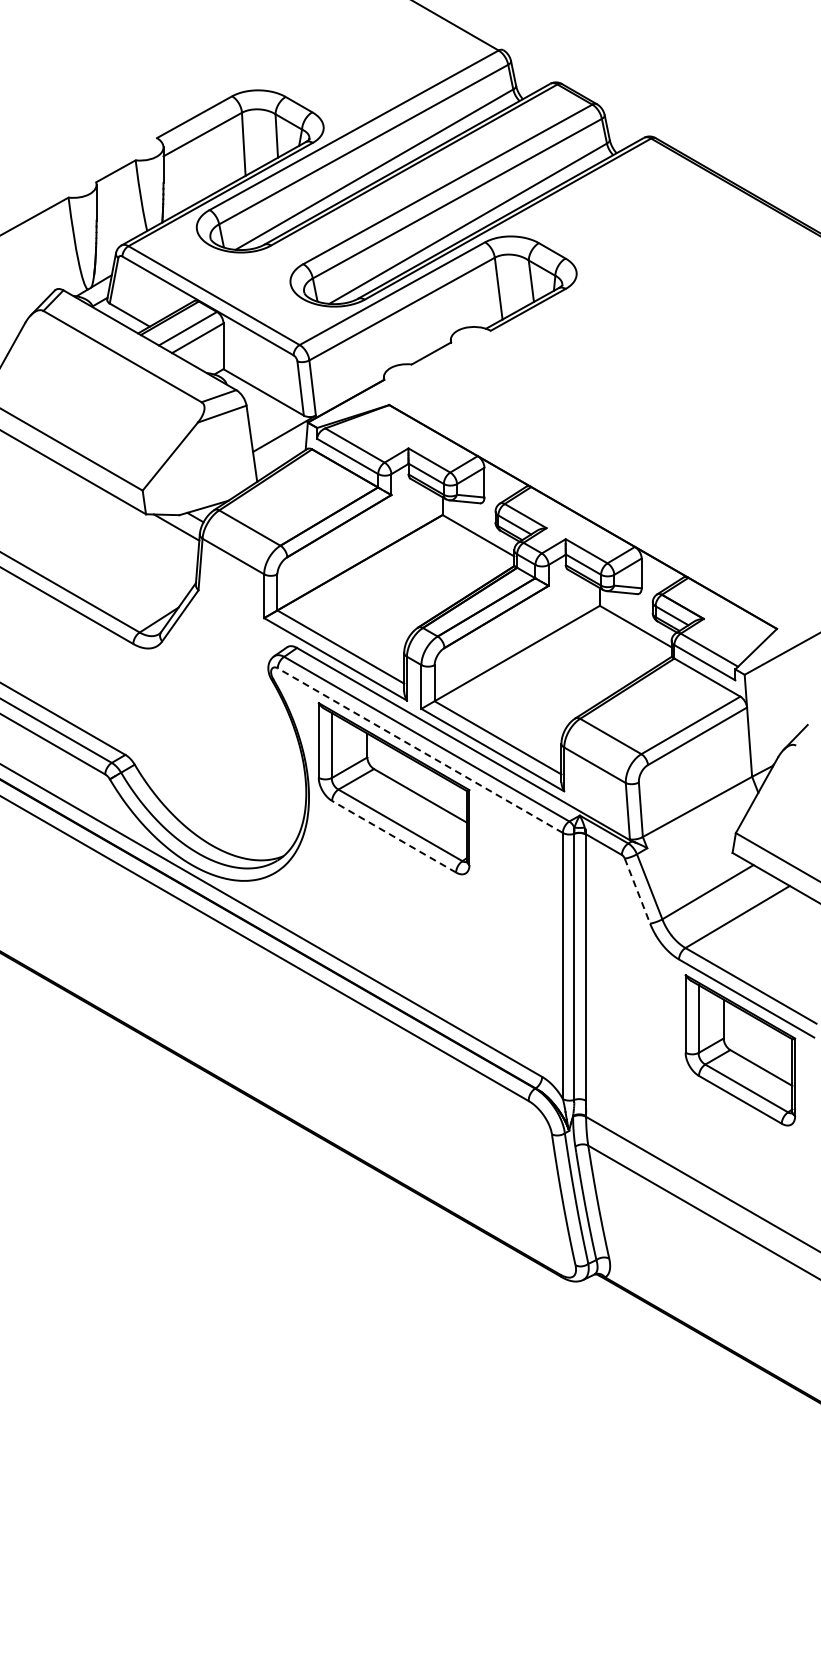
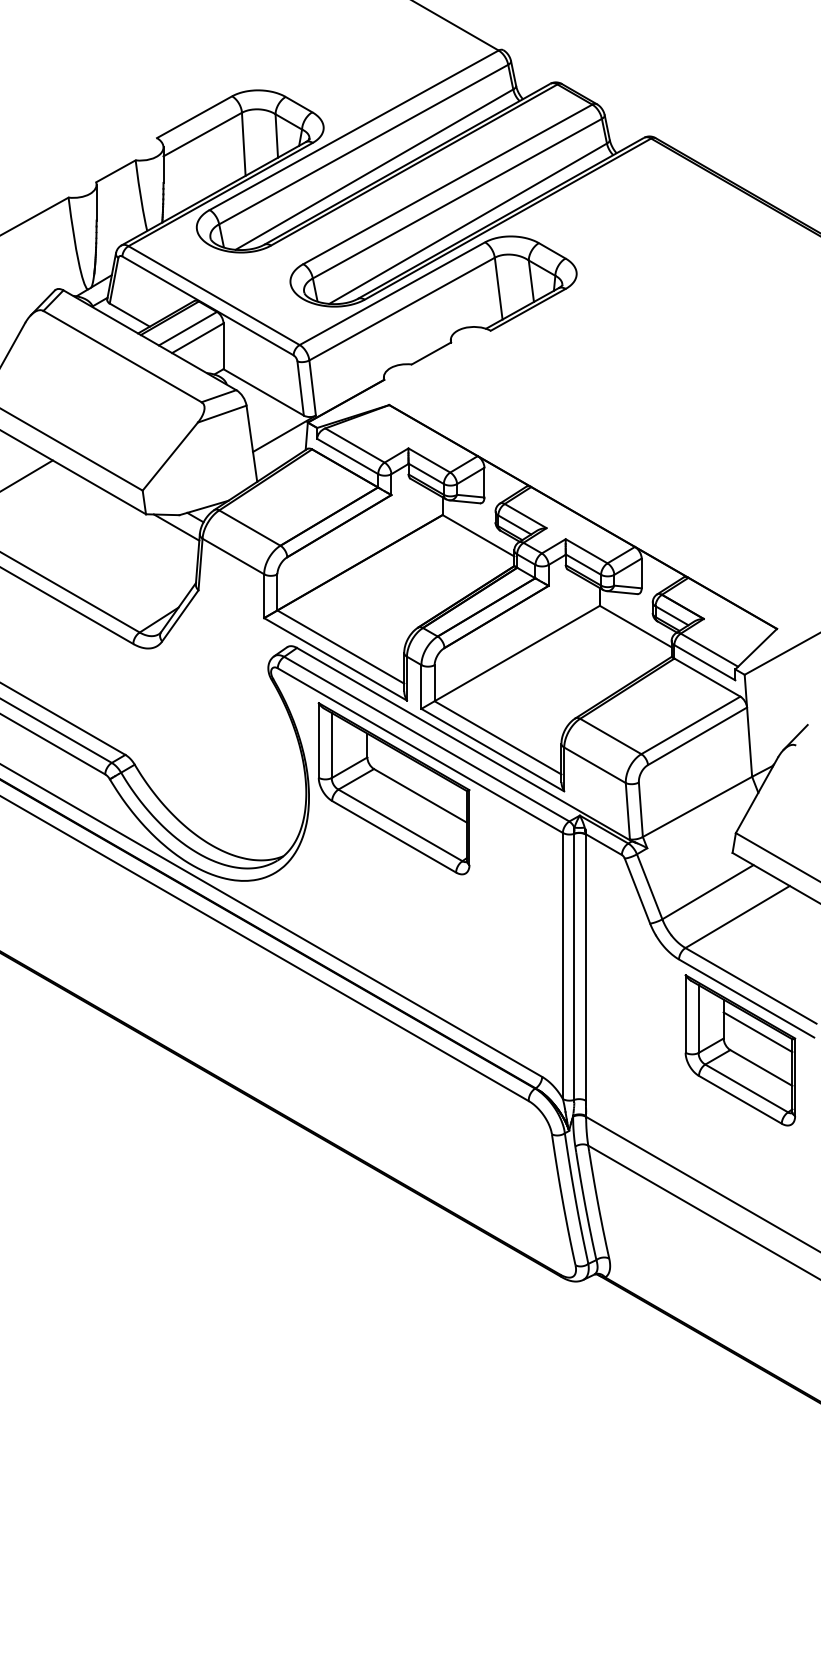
line at (27, 475): none -> present
line at (420, 750): dashed -> solid
line at (394, 836): dashed -> solid
line at (637, 891): dashed -> solid
line at (757, 1032): none -> present
